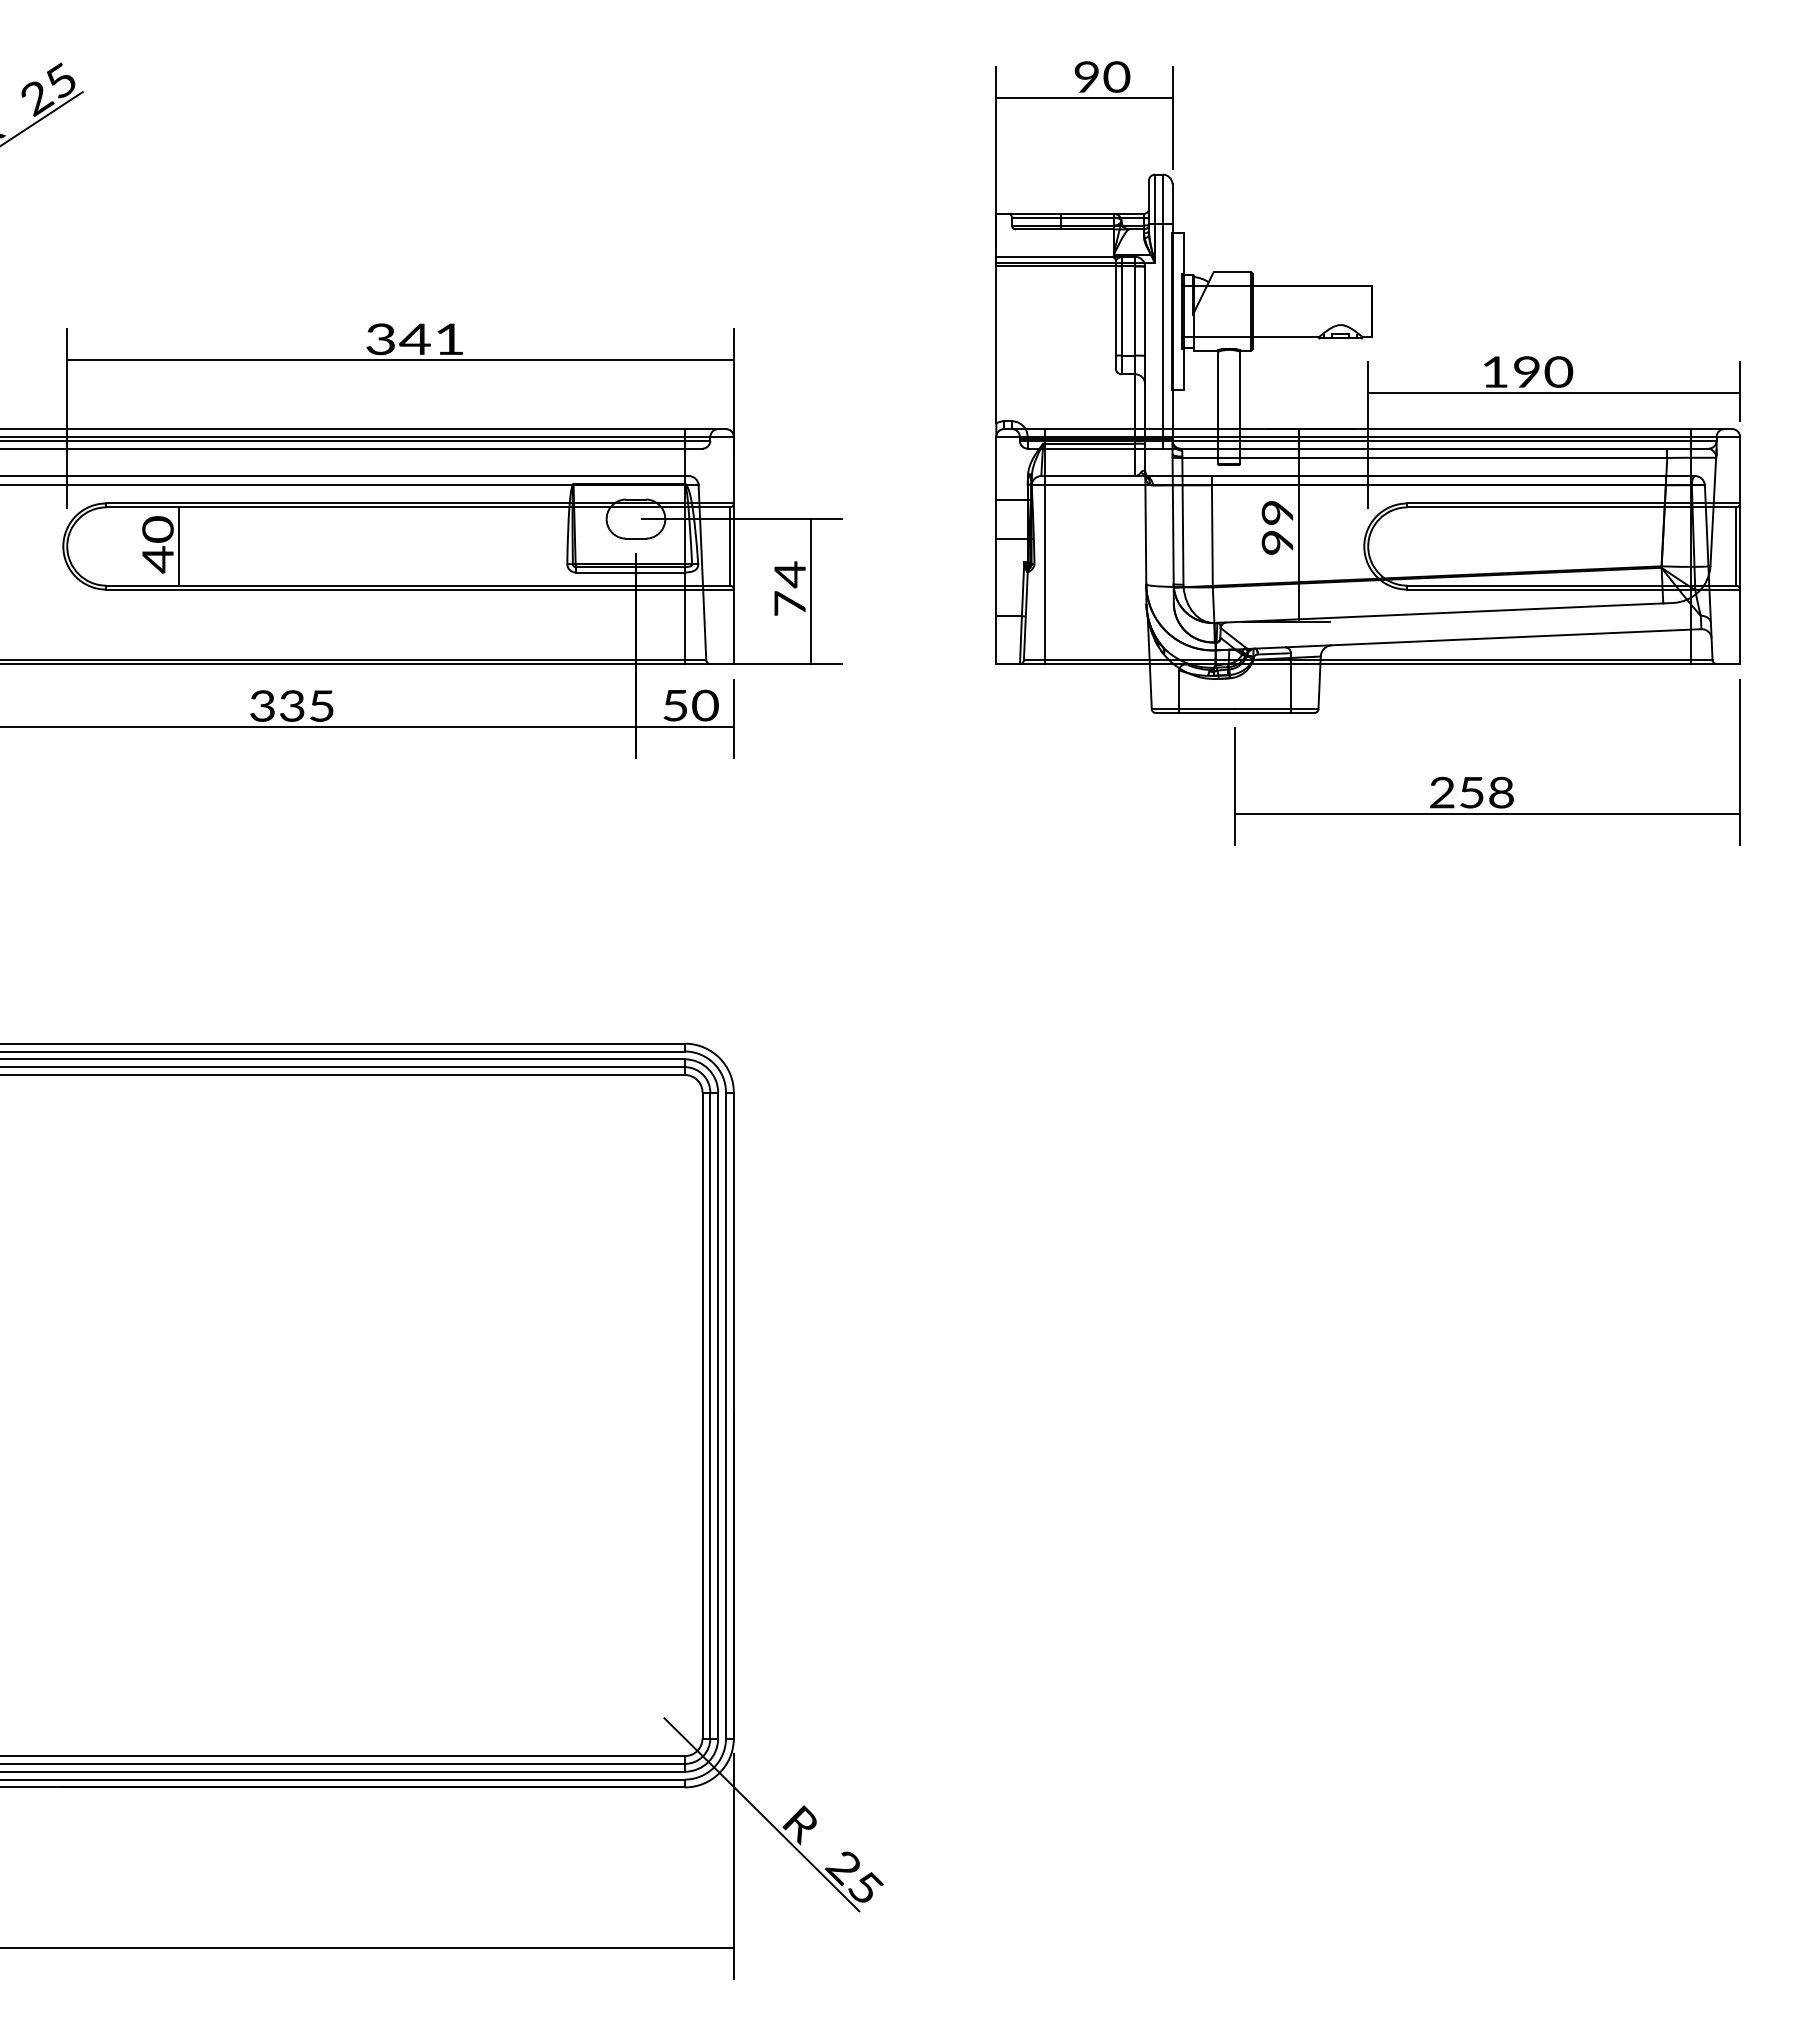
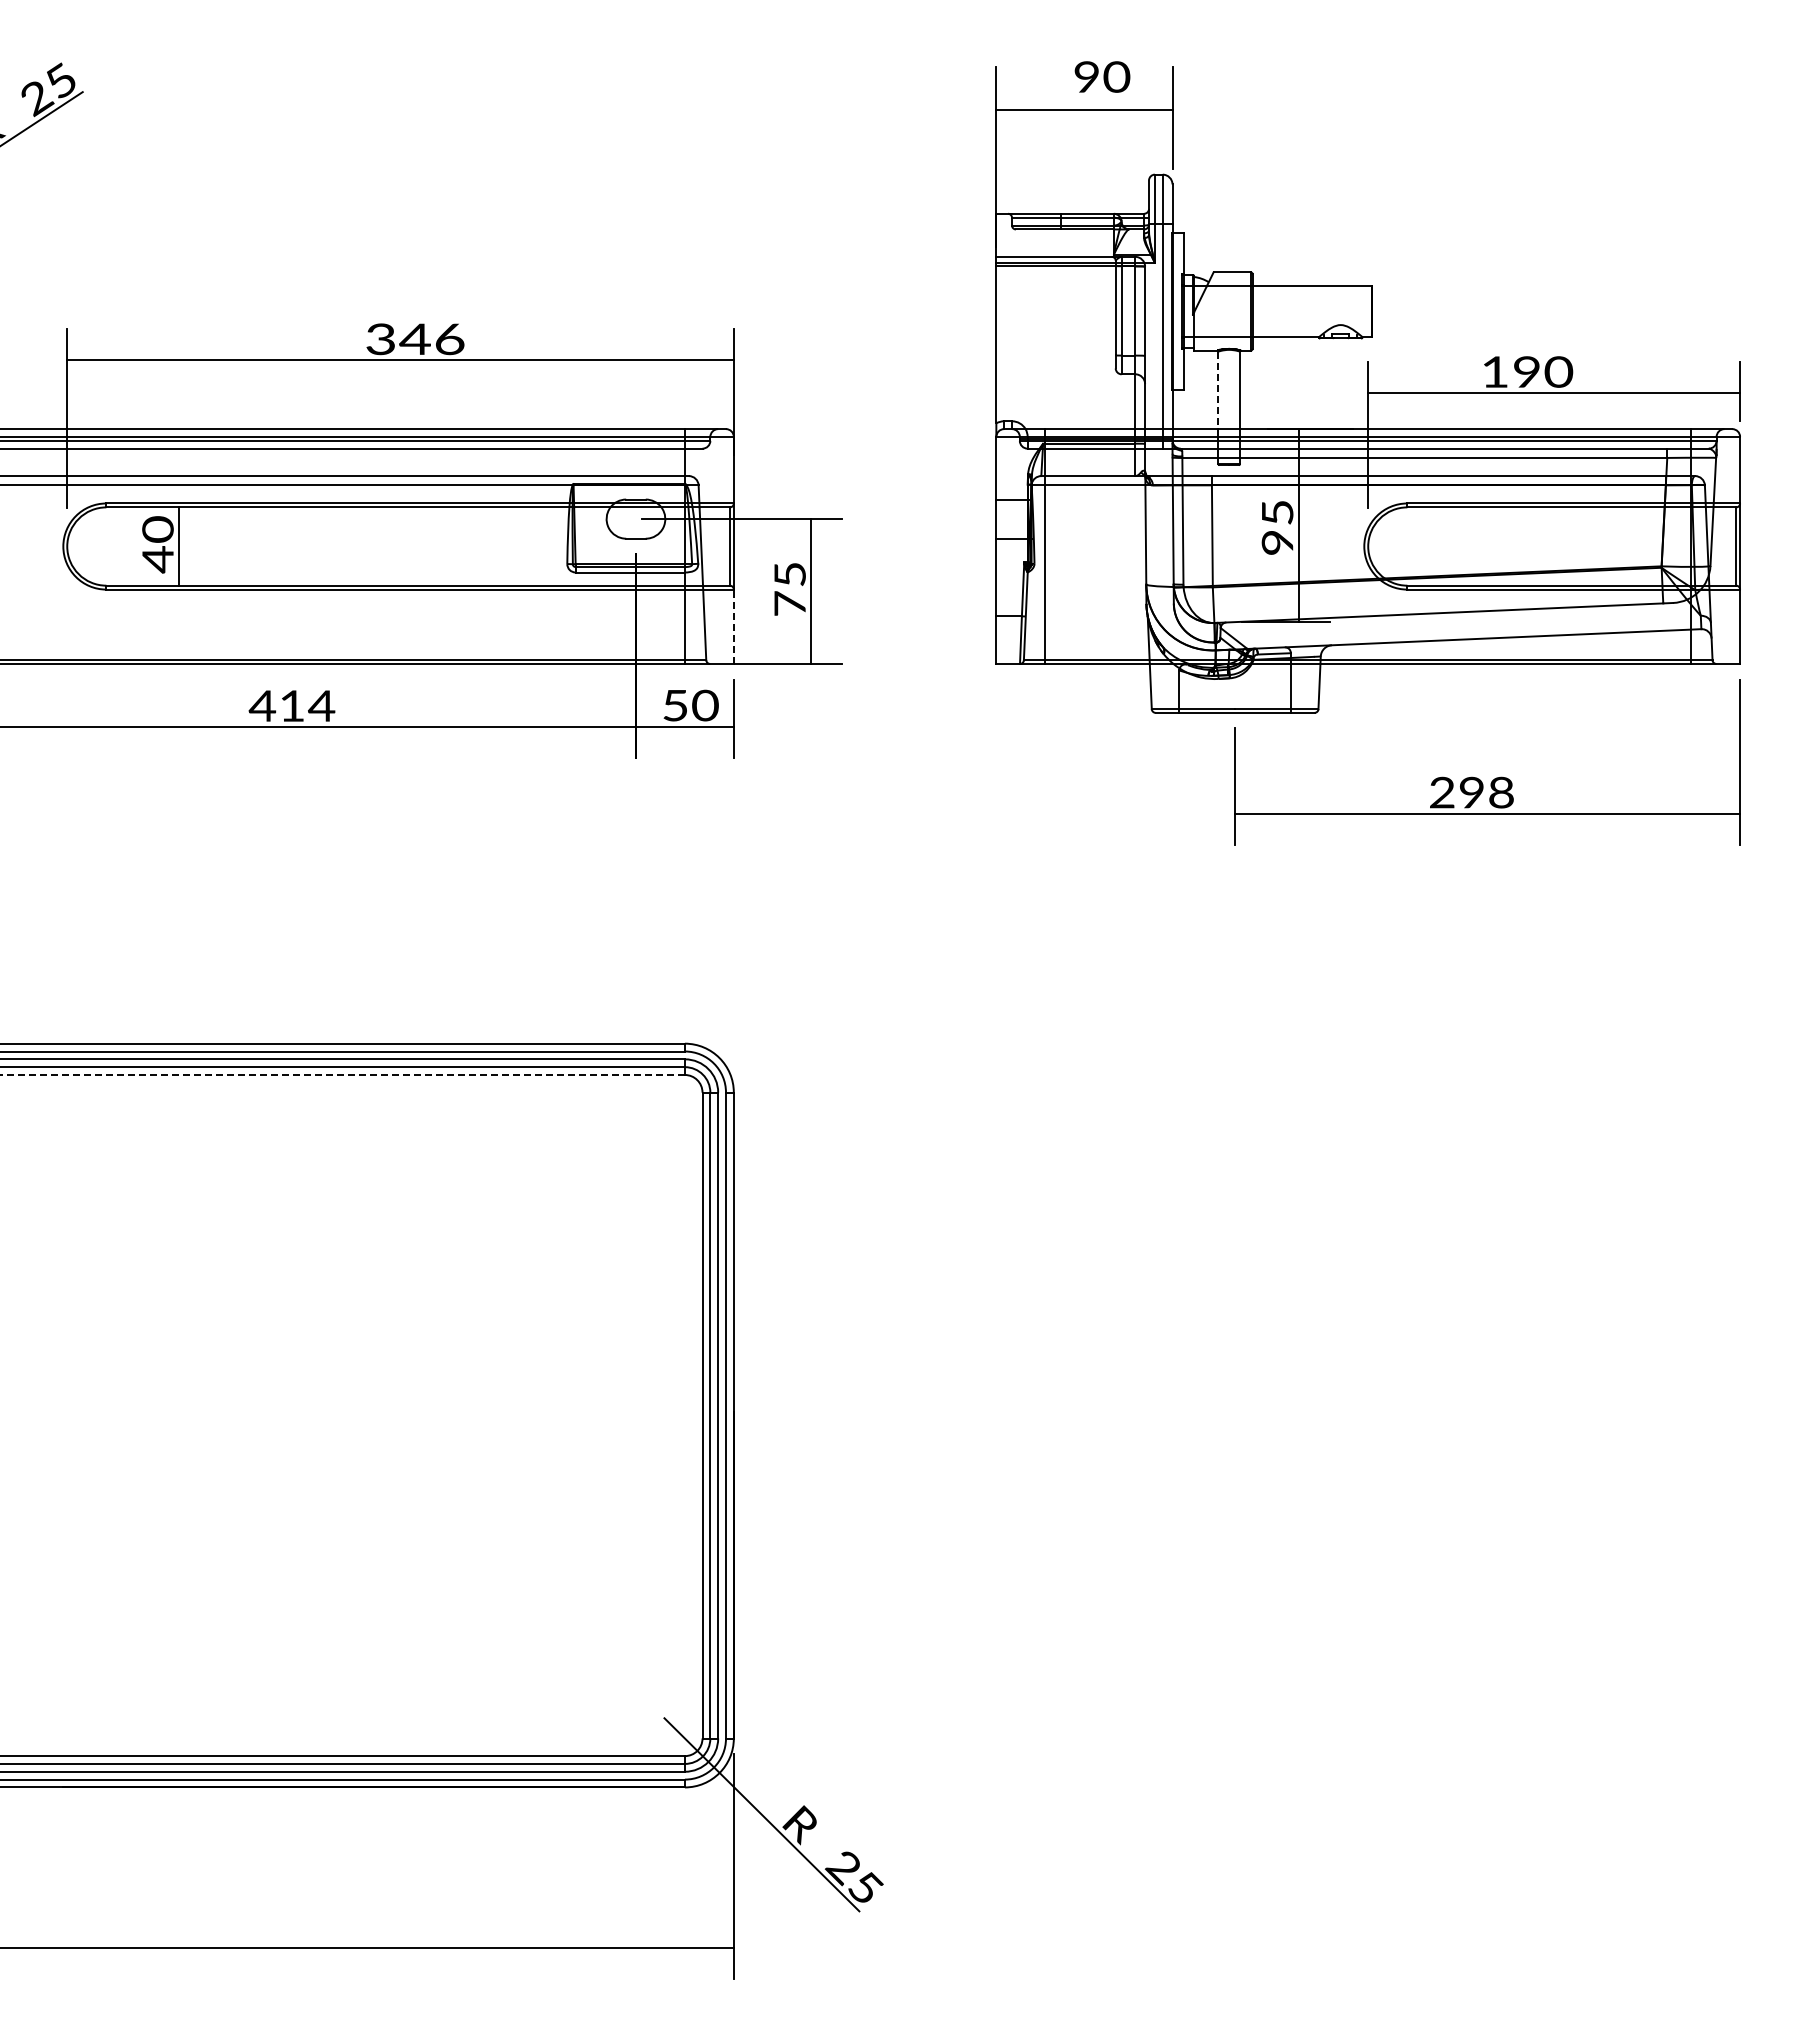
line at (1084, 98) position: (1084, 98) -> (1084, 110)
text at (449, 339): 341 -> 346
line at (1218, 390): solid -> dashed
text at (1277, 512): 99 -> 95
text at (789, 574): 74 -> 75
line at (733, 626): solid -> dashed
text at (291, 705): 335 -> 414
text at (1471, 792): 258 -> 298
line at (343, 1075): solid -> dashed
